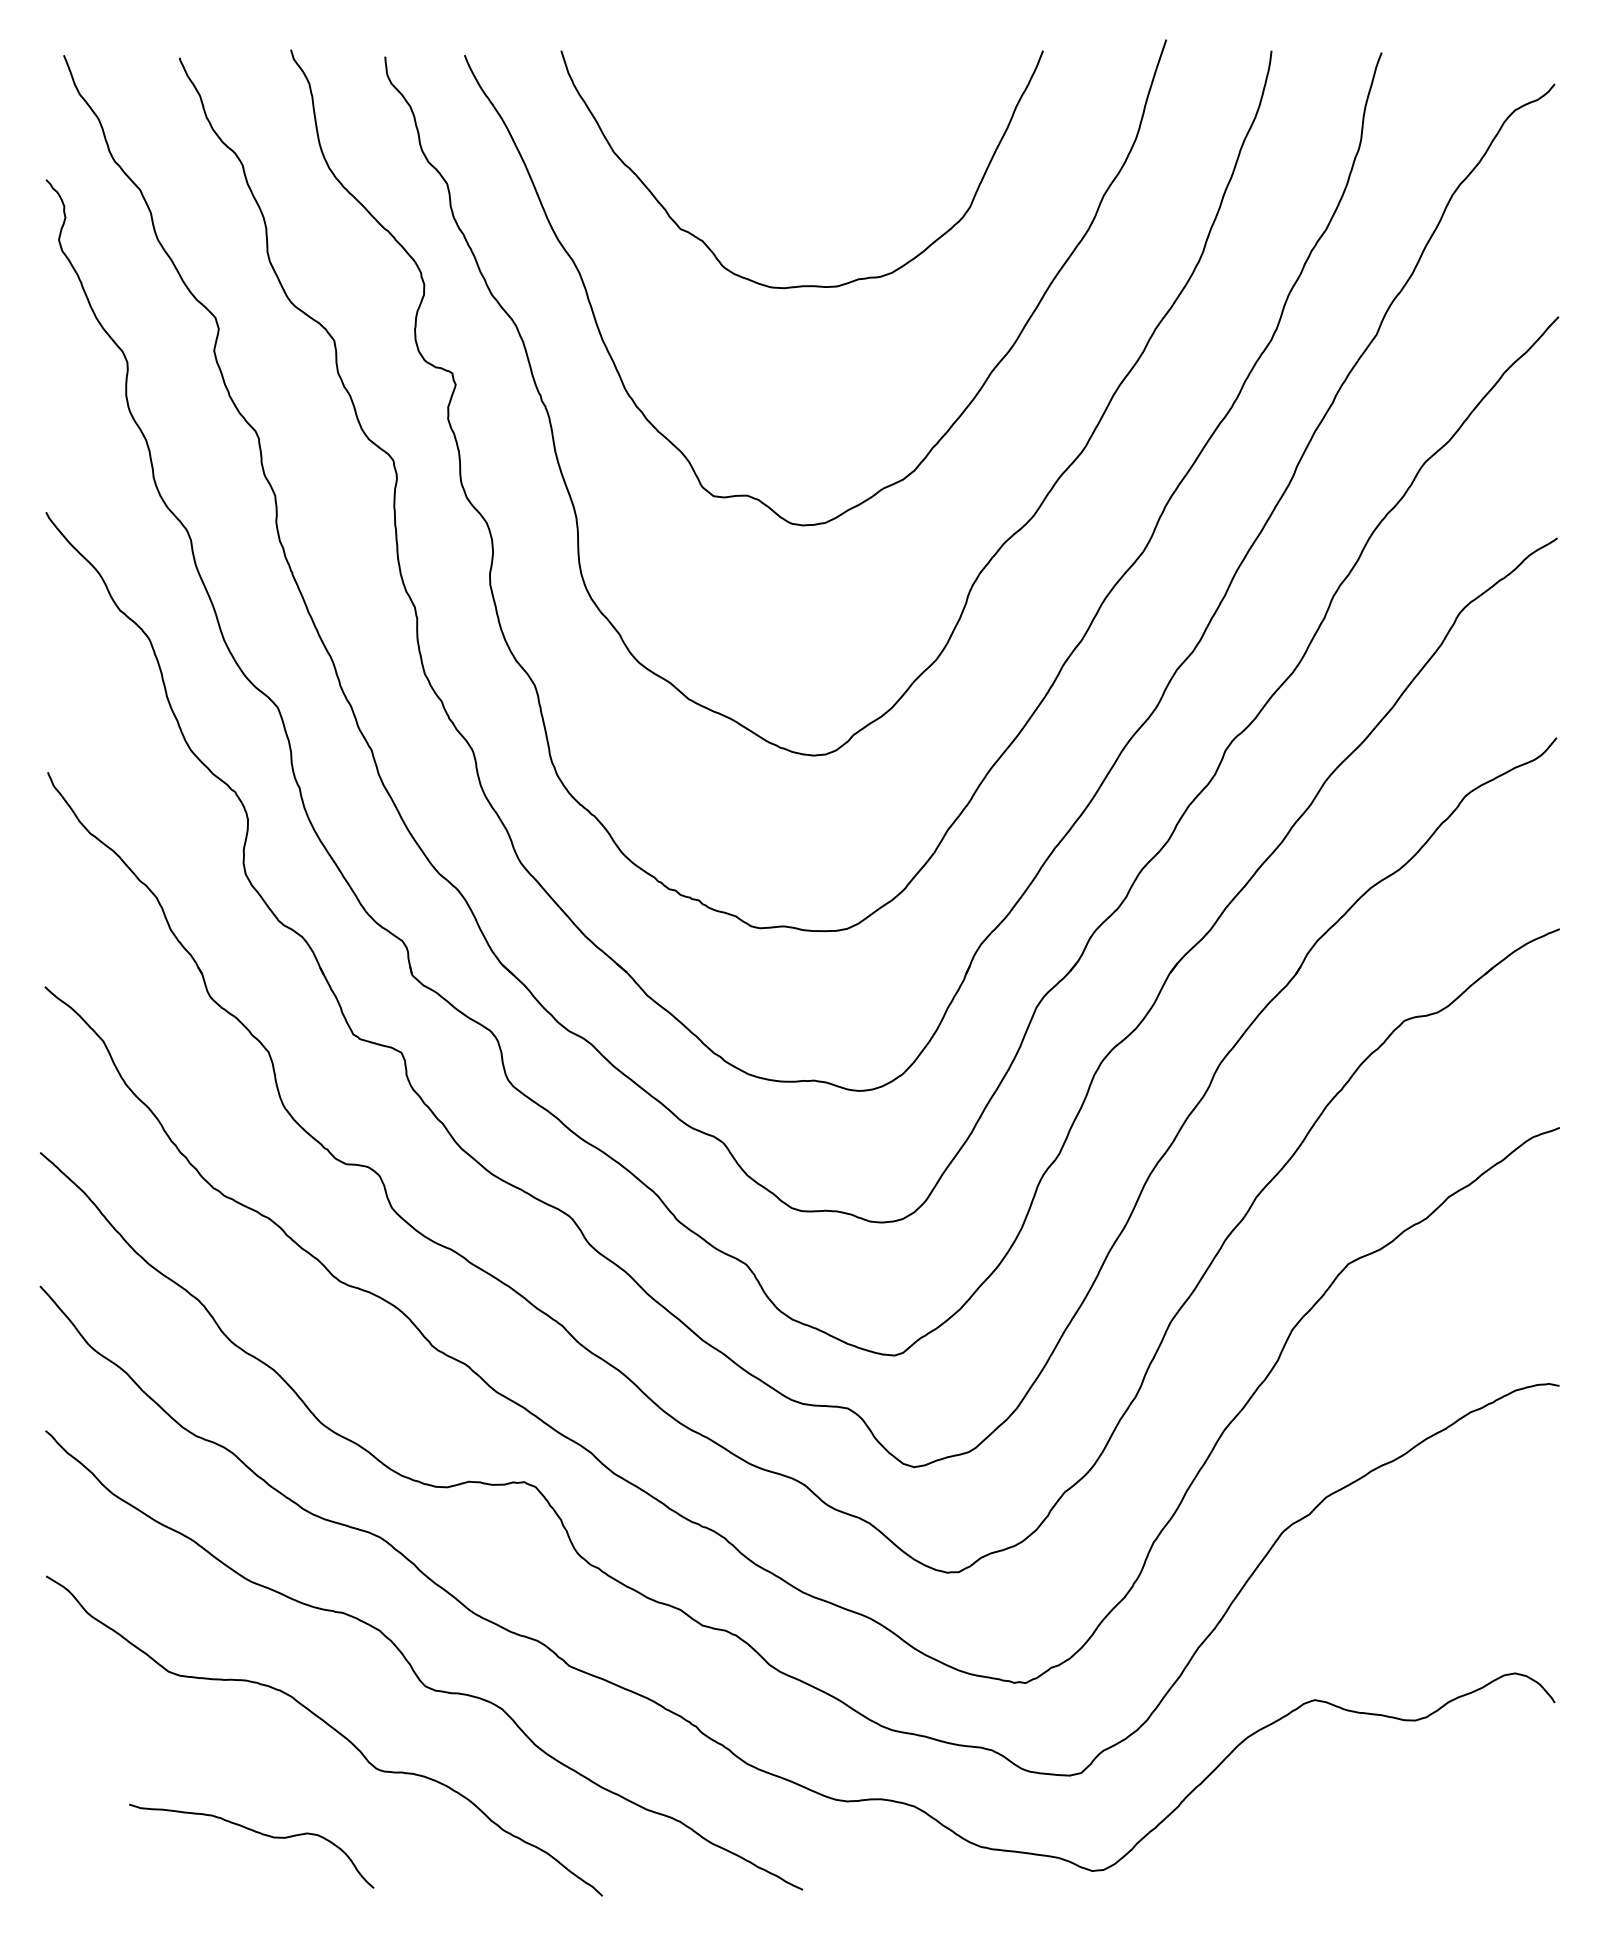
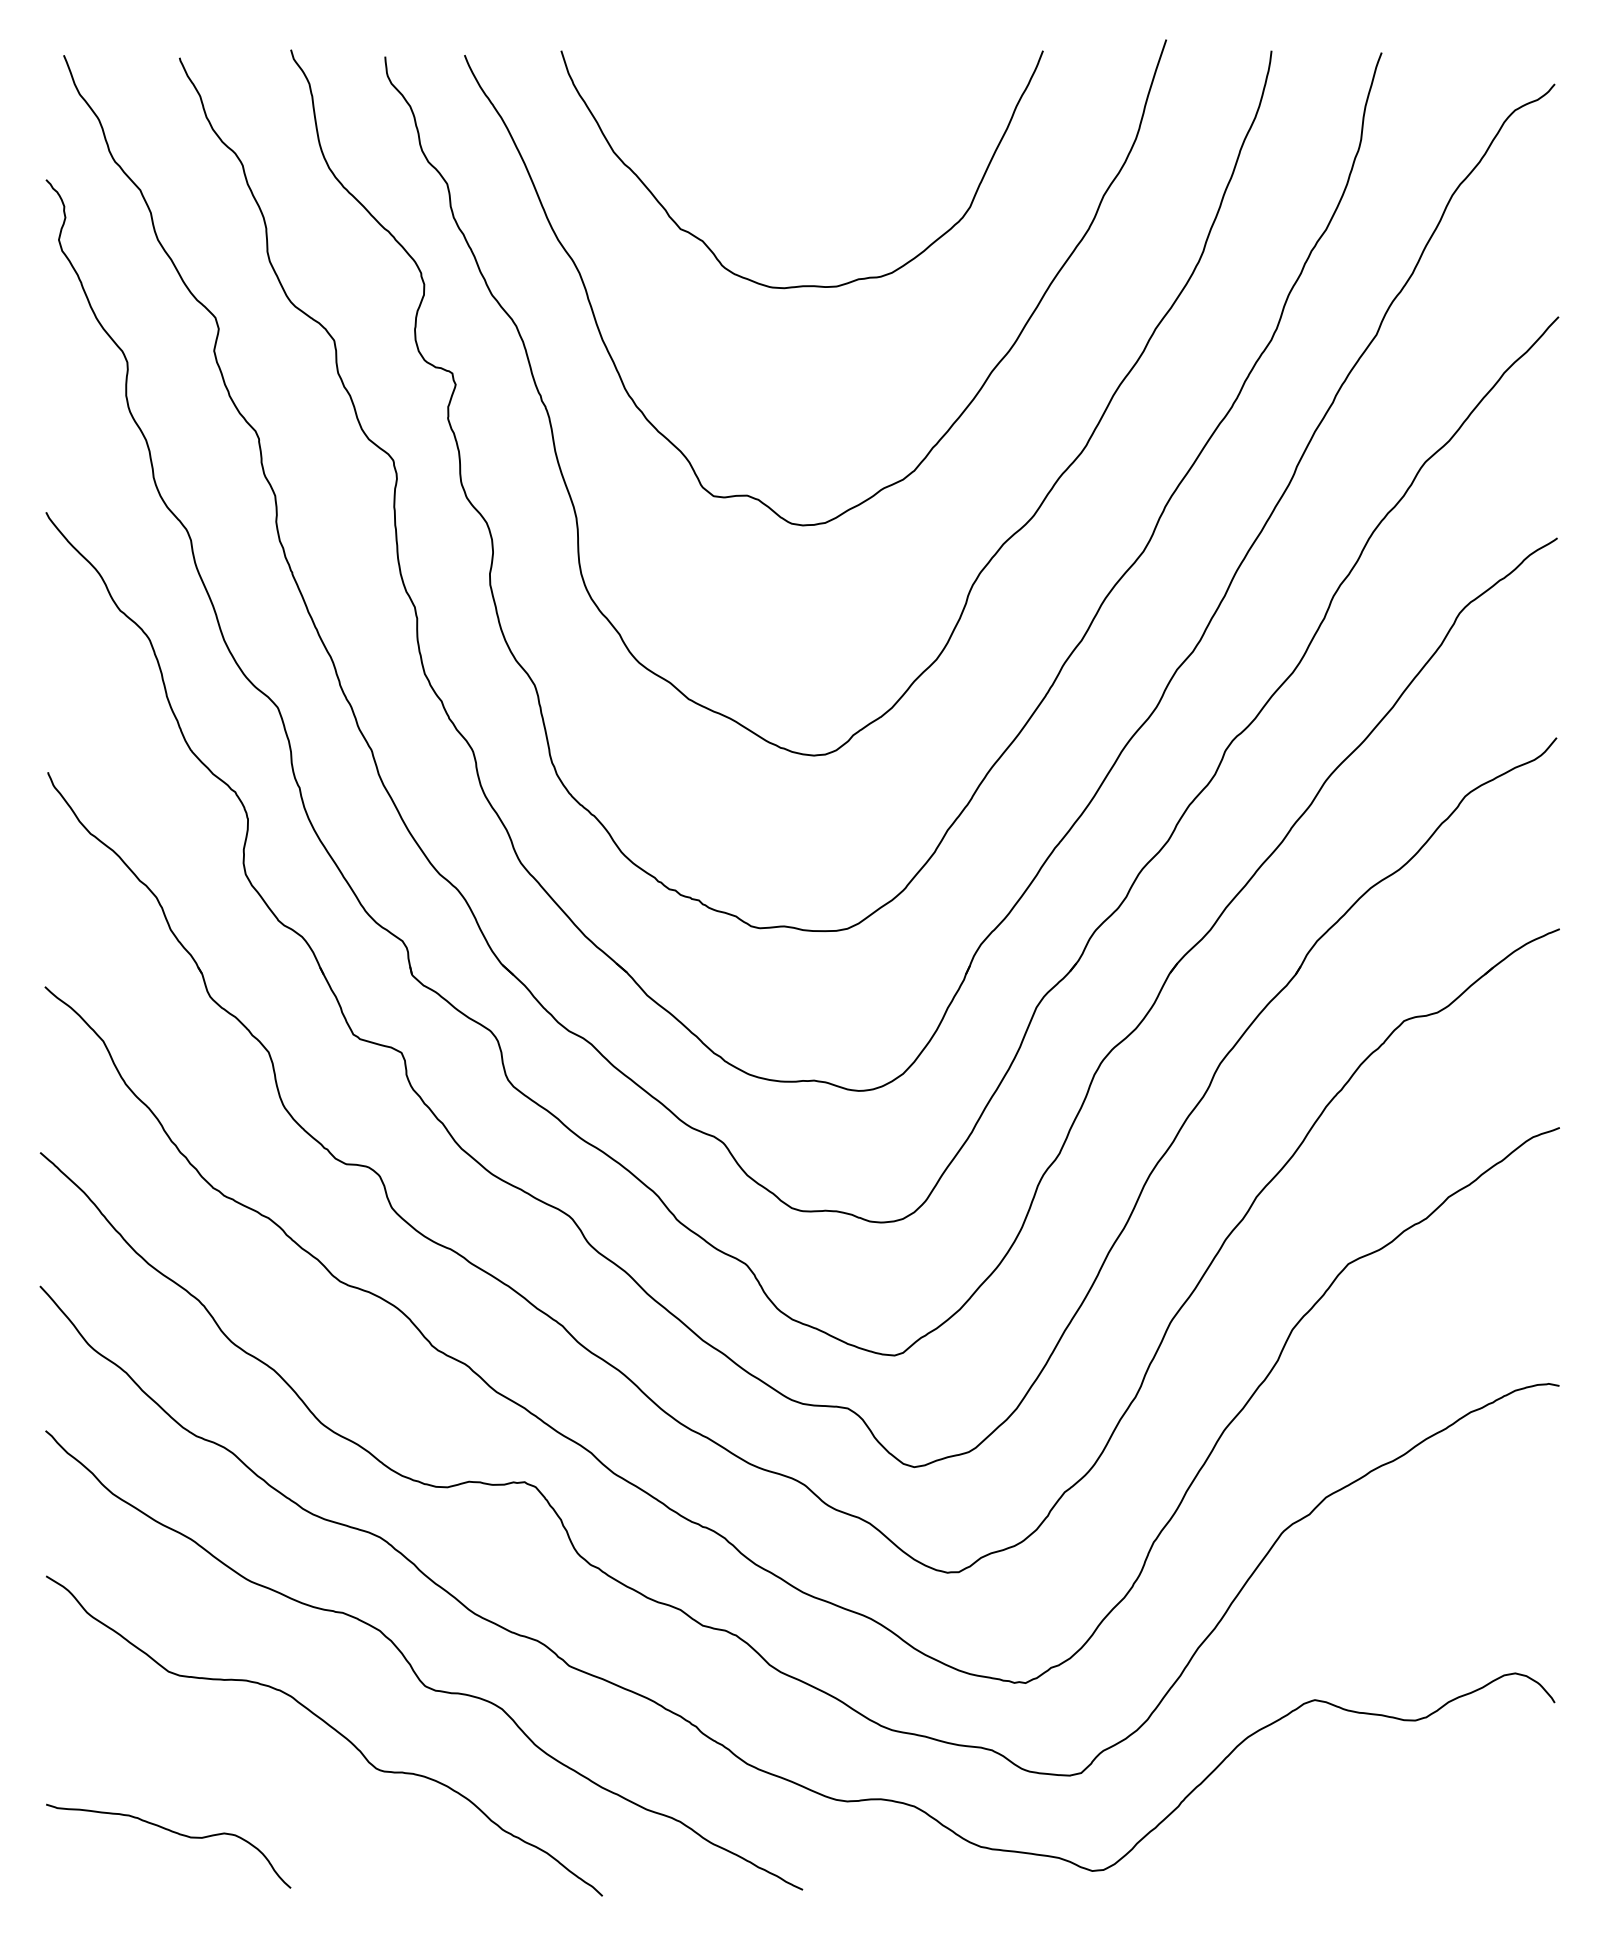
curve at (254, 1832) position: (254, 1832) -> (171, 1832)
